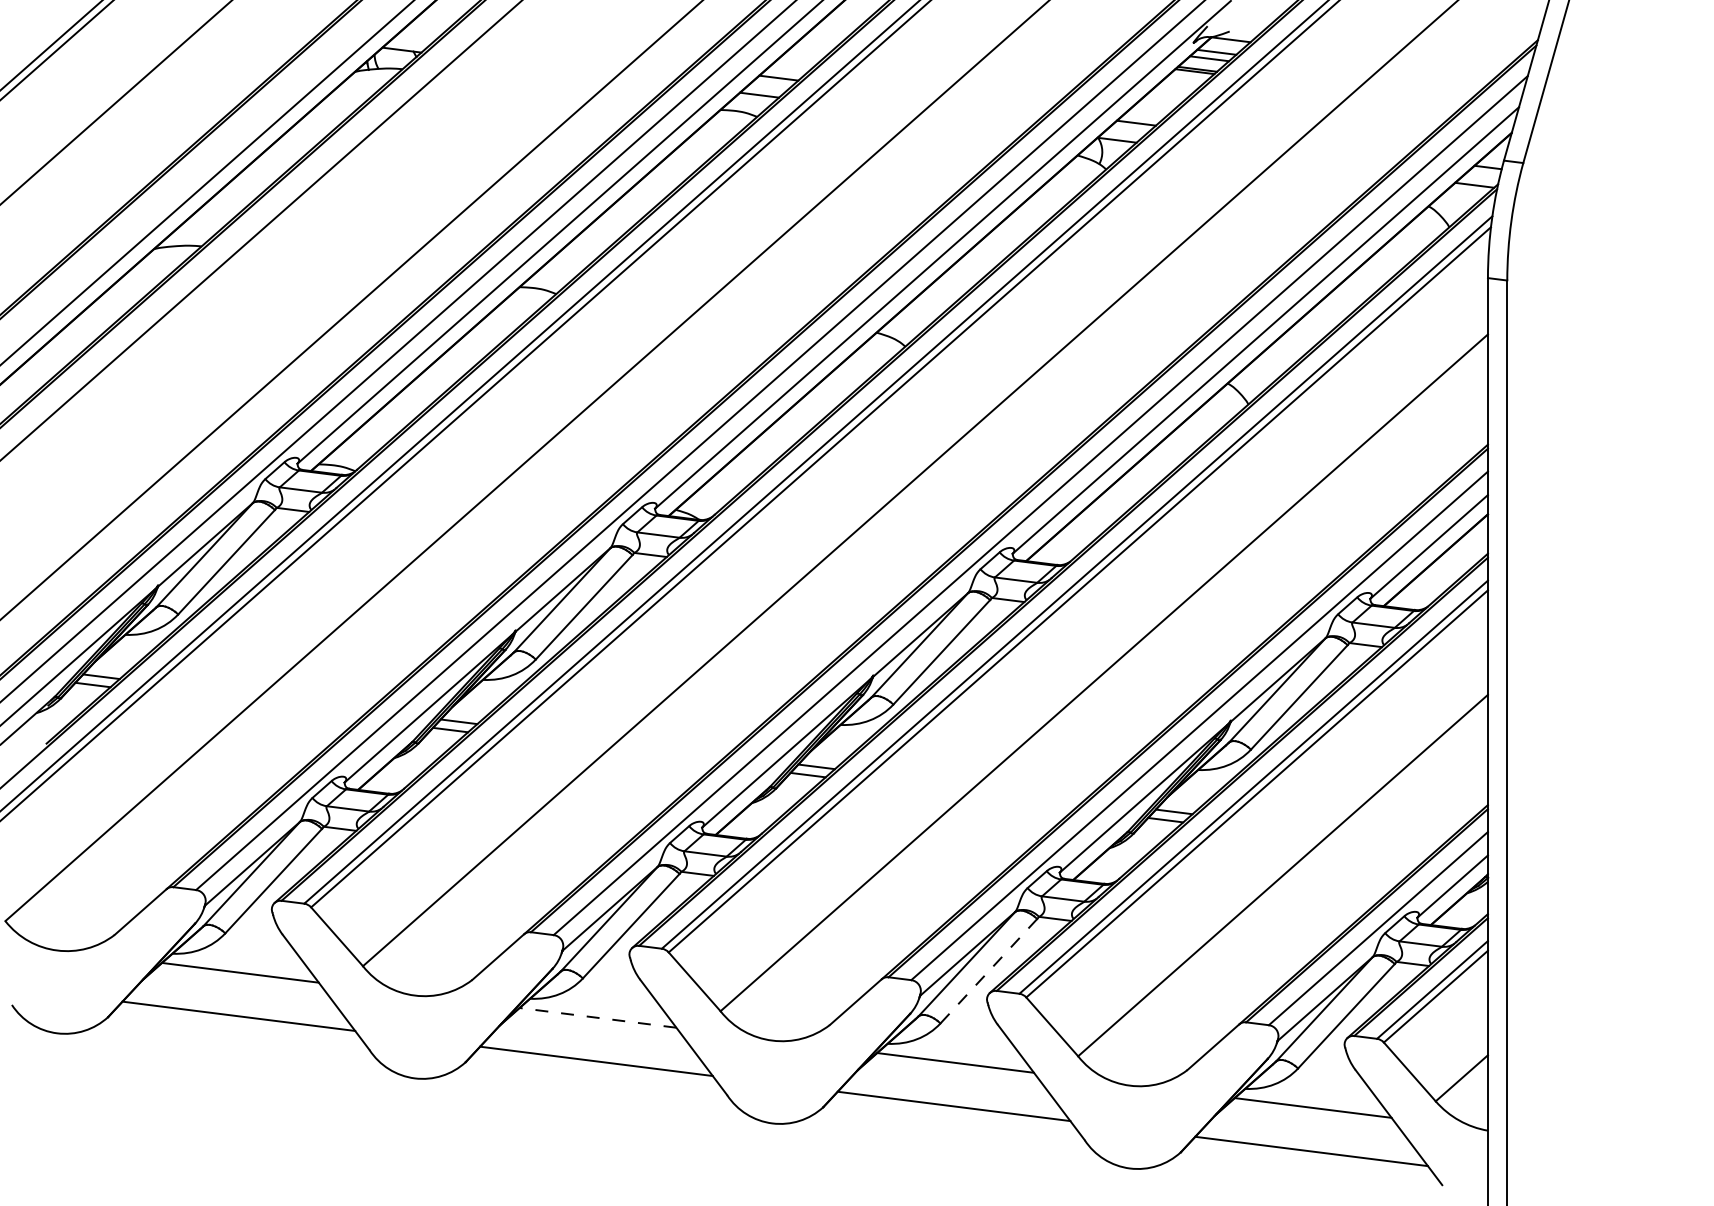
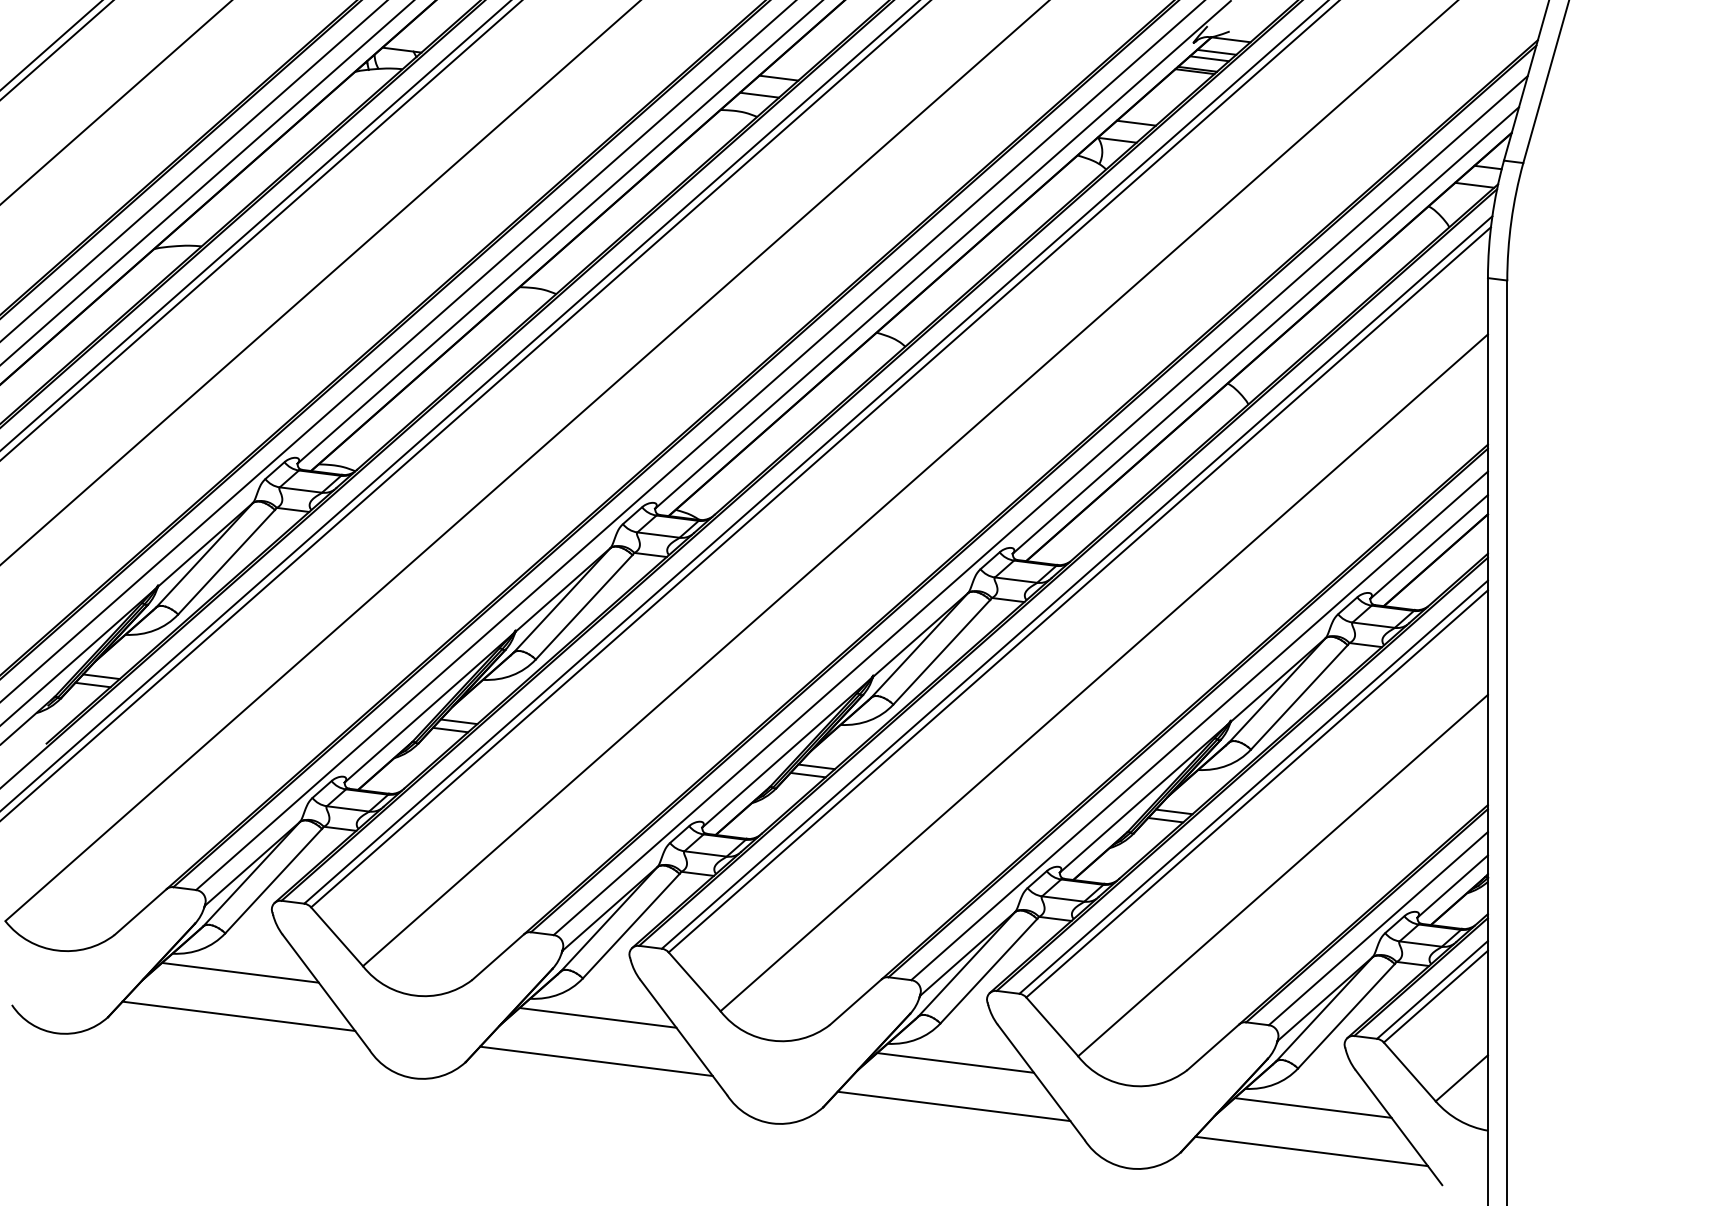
line at (193, 171): none -> present
line at (255, 225): none -> present
line at (351, 309) position: (351, 309) -> (320, 282)
line at (988, 971): dashed -> solid
line at (598, 1017): dashed -> solid
